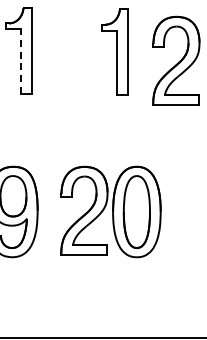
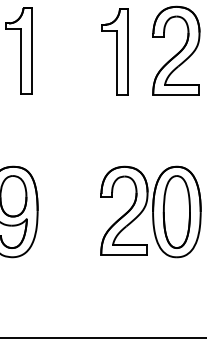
line at (20, 60): dashed -> solid
part at (176, 60) position: (176, 60) -> (176, 50)
part at (110, 211) position: (110, 211) -> (150, 211)
